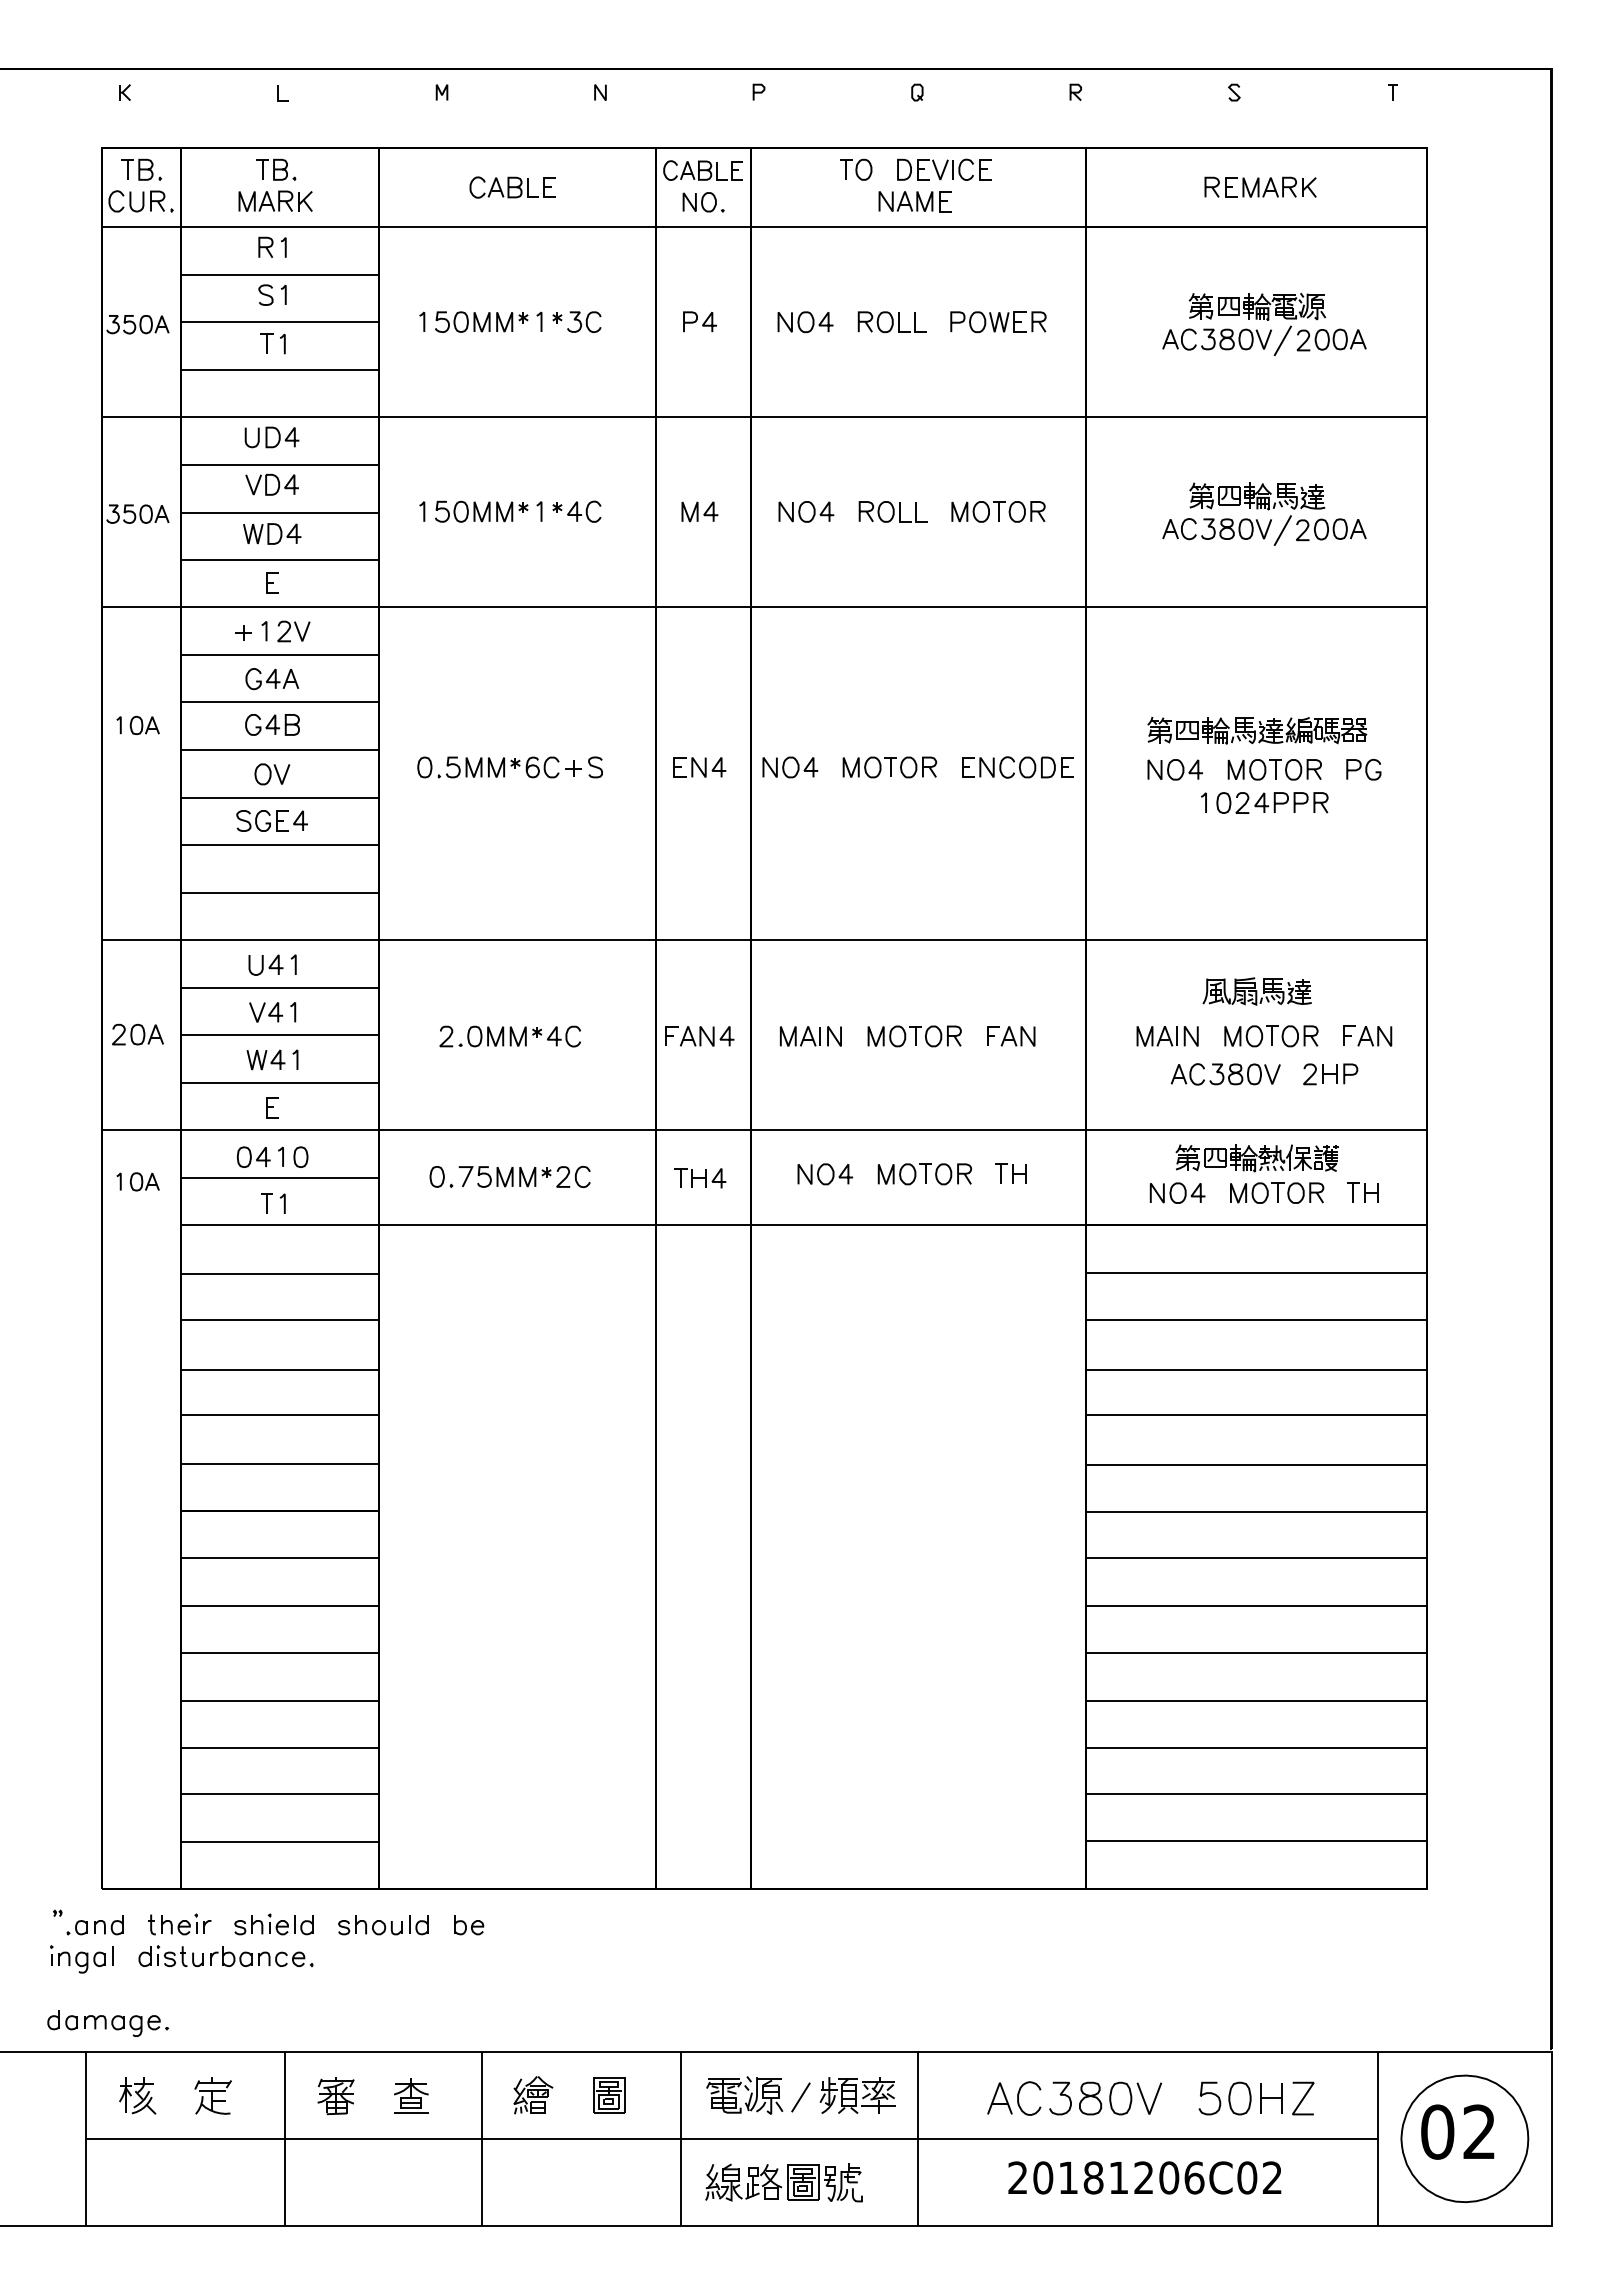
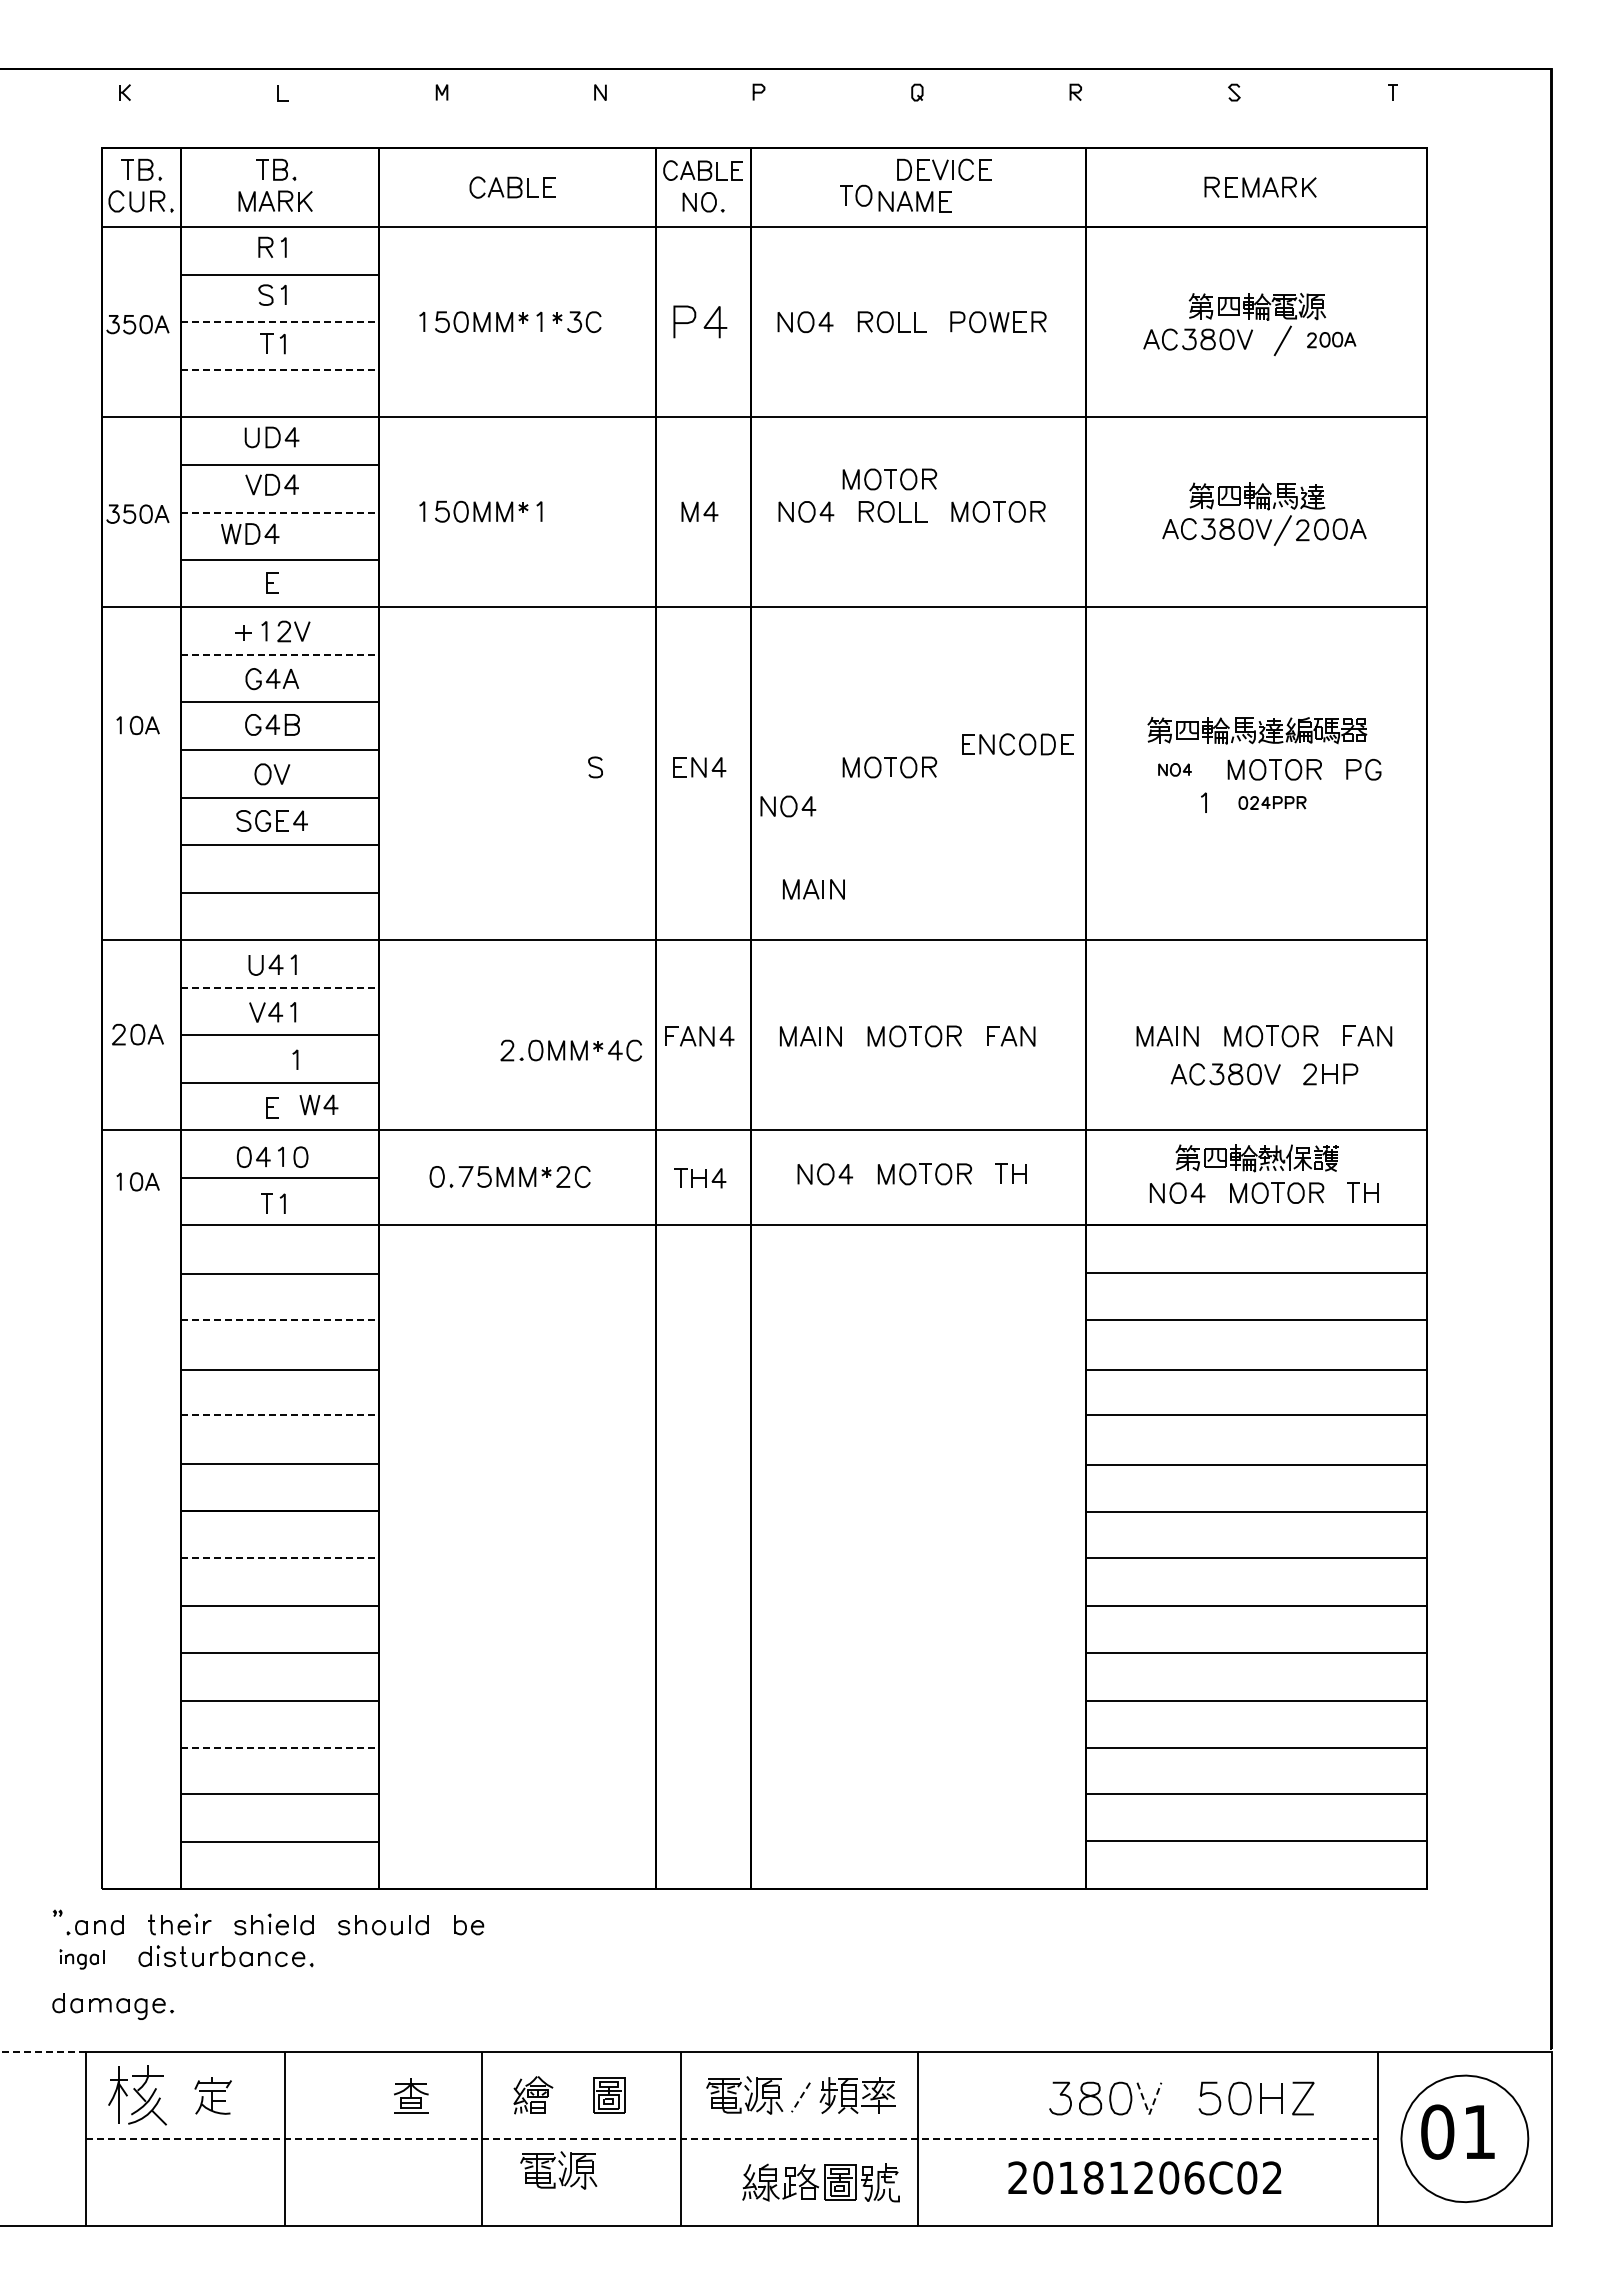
part at (856, 169) position: (856, 169) -> (856, 195)
part at (699, 321) size: 34x22 px -> 55x34 px
line at (280, 322): solid -> dashed
part at (1217, 339) position: (1217, 339) -> (1198, 339)
part at (1331, 339) size: 71x24 px -> 50x18 px
line at (280, 369): solid -> dashed
part at (889, 479): none -> present
part at (576, 511): present -> none
line at (280, 512): solid -> dashed
part at (272, 533) position: (272, 533) -> (250, 533)
line at (280, 654): solid -> dashed
part at (499, 767): present -> none
part at (790, 767) position: (790, 767) -> (788, 806)
part at (1017, 767) position: (1017, 767) -> (1017, 744)
part at (1174, 769) size: 56x22 px -> 34x14 px
part at (1272, 802) size: 113x22 px -> 69x14 px
part at (813, 889): none -> present
line at (280, 987): solid -> dashed
part at (1256, 991): present -> none
part at (509, 1036) position: (509, 1036) -> (570, 1050)
part at (265, 1059) position: (265, 1059) -> (318, 1104)
line at (280, 1319): solid -> dashed
line at (280, 1414): solid -> dashed
line at (280, 1557): solid -> dashed
line at (280, 1748): solid -> dashed
part at (81, 1959) size: 64x29 px -> 46x21 px
part at (107, 2023) position: (107, 2023) -> (112, 2006)
line at (43, 2051): solid -> dashed
part at (137, 2095) size: 38x38 px -> 59x61 px
part at (335, 2096): present -> none
line at (800, 2097): solid -> dashed
part at (1014, 2098): present -> none
line at (1149, 2114): solid -> dashed
text at (1478, 2131): 02 -> 01
line at (733, 2138): solid -> dashed
part at (558, 2170): none -> present
part at (783, 2182) position: (783, 2182) -> (820, 2182)
